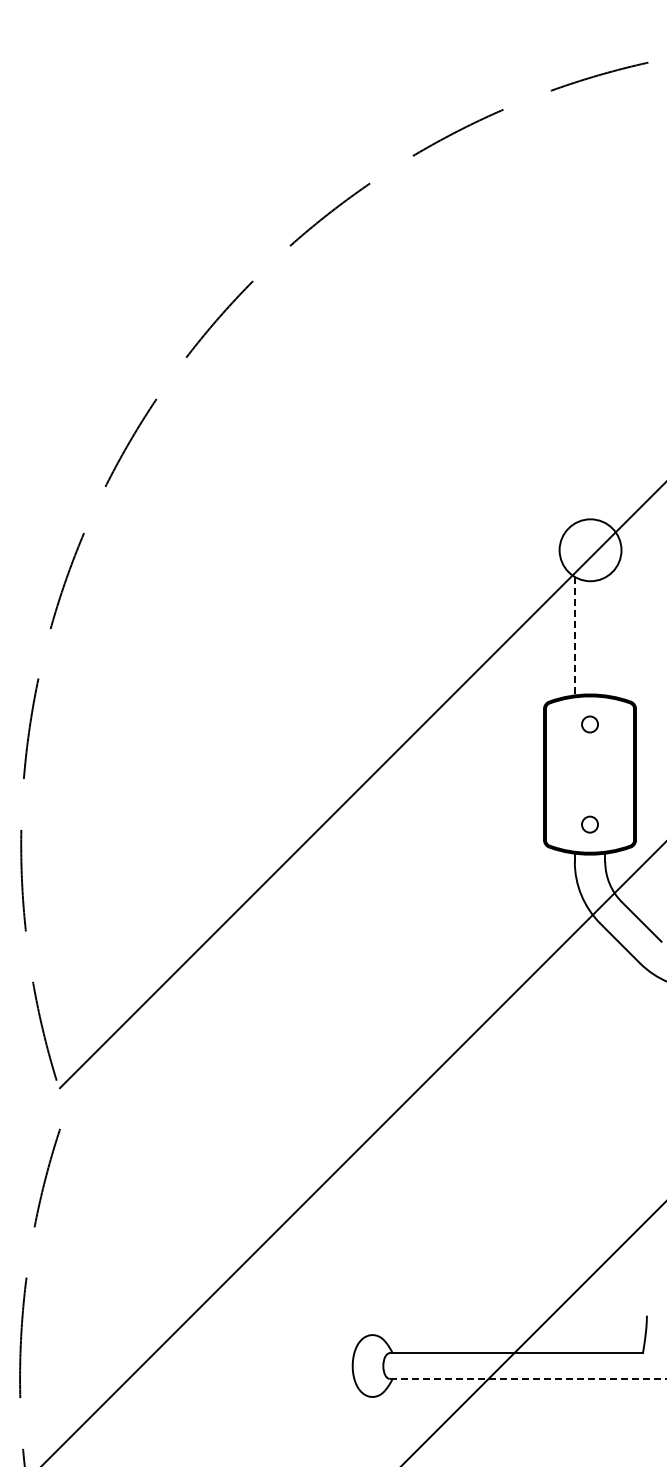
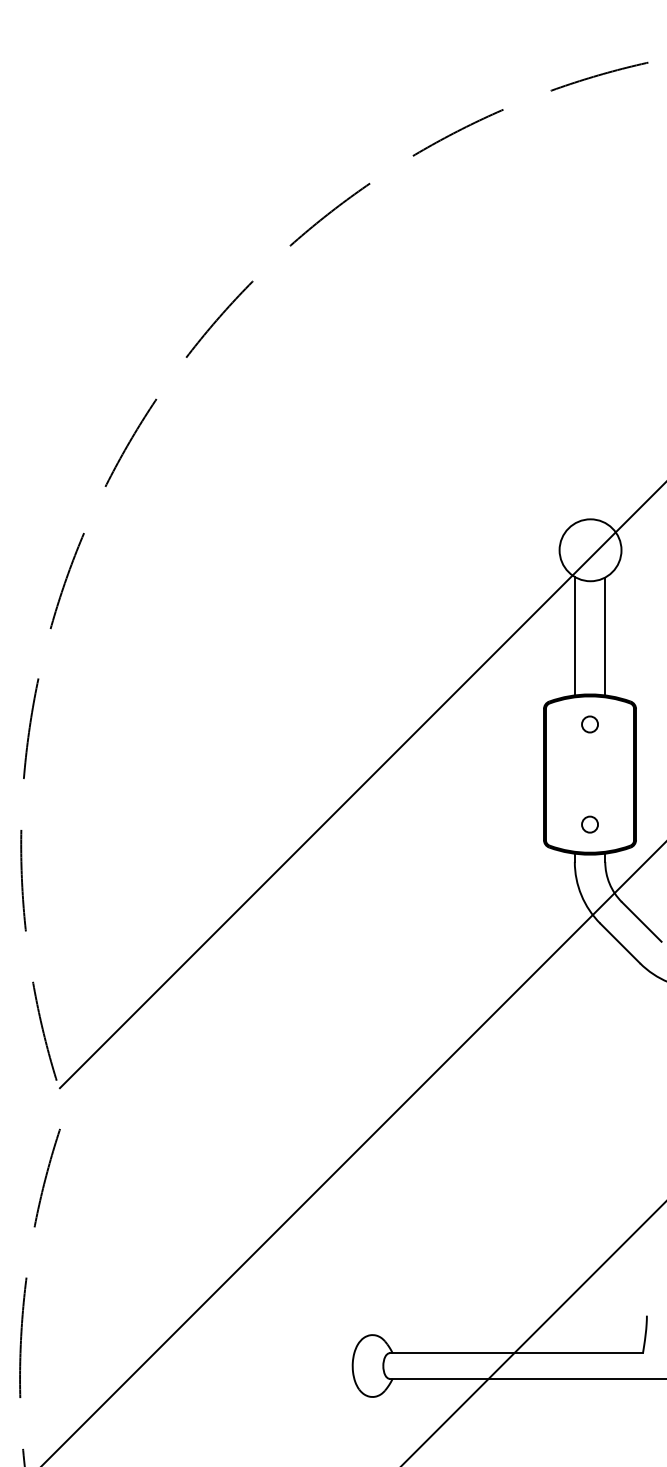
line at (574, 636): dashed -> solid
line at (605, 636): none -> present
line at (527, 1378): dashed -> solid
